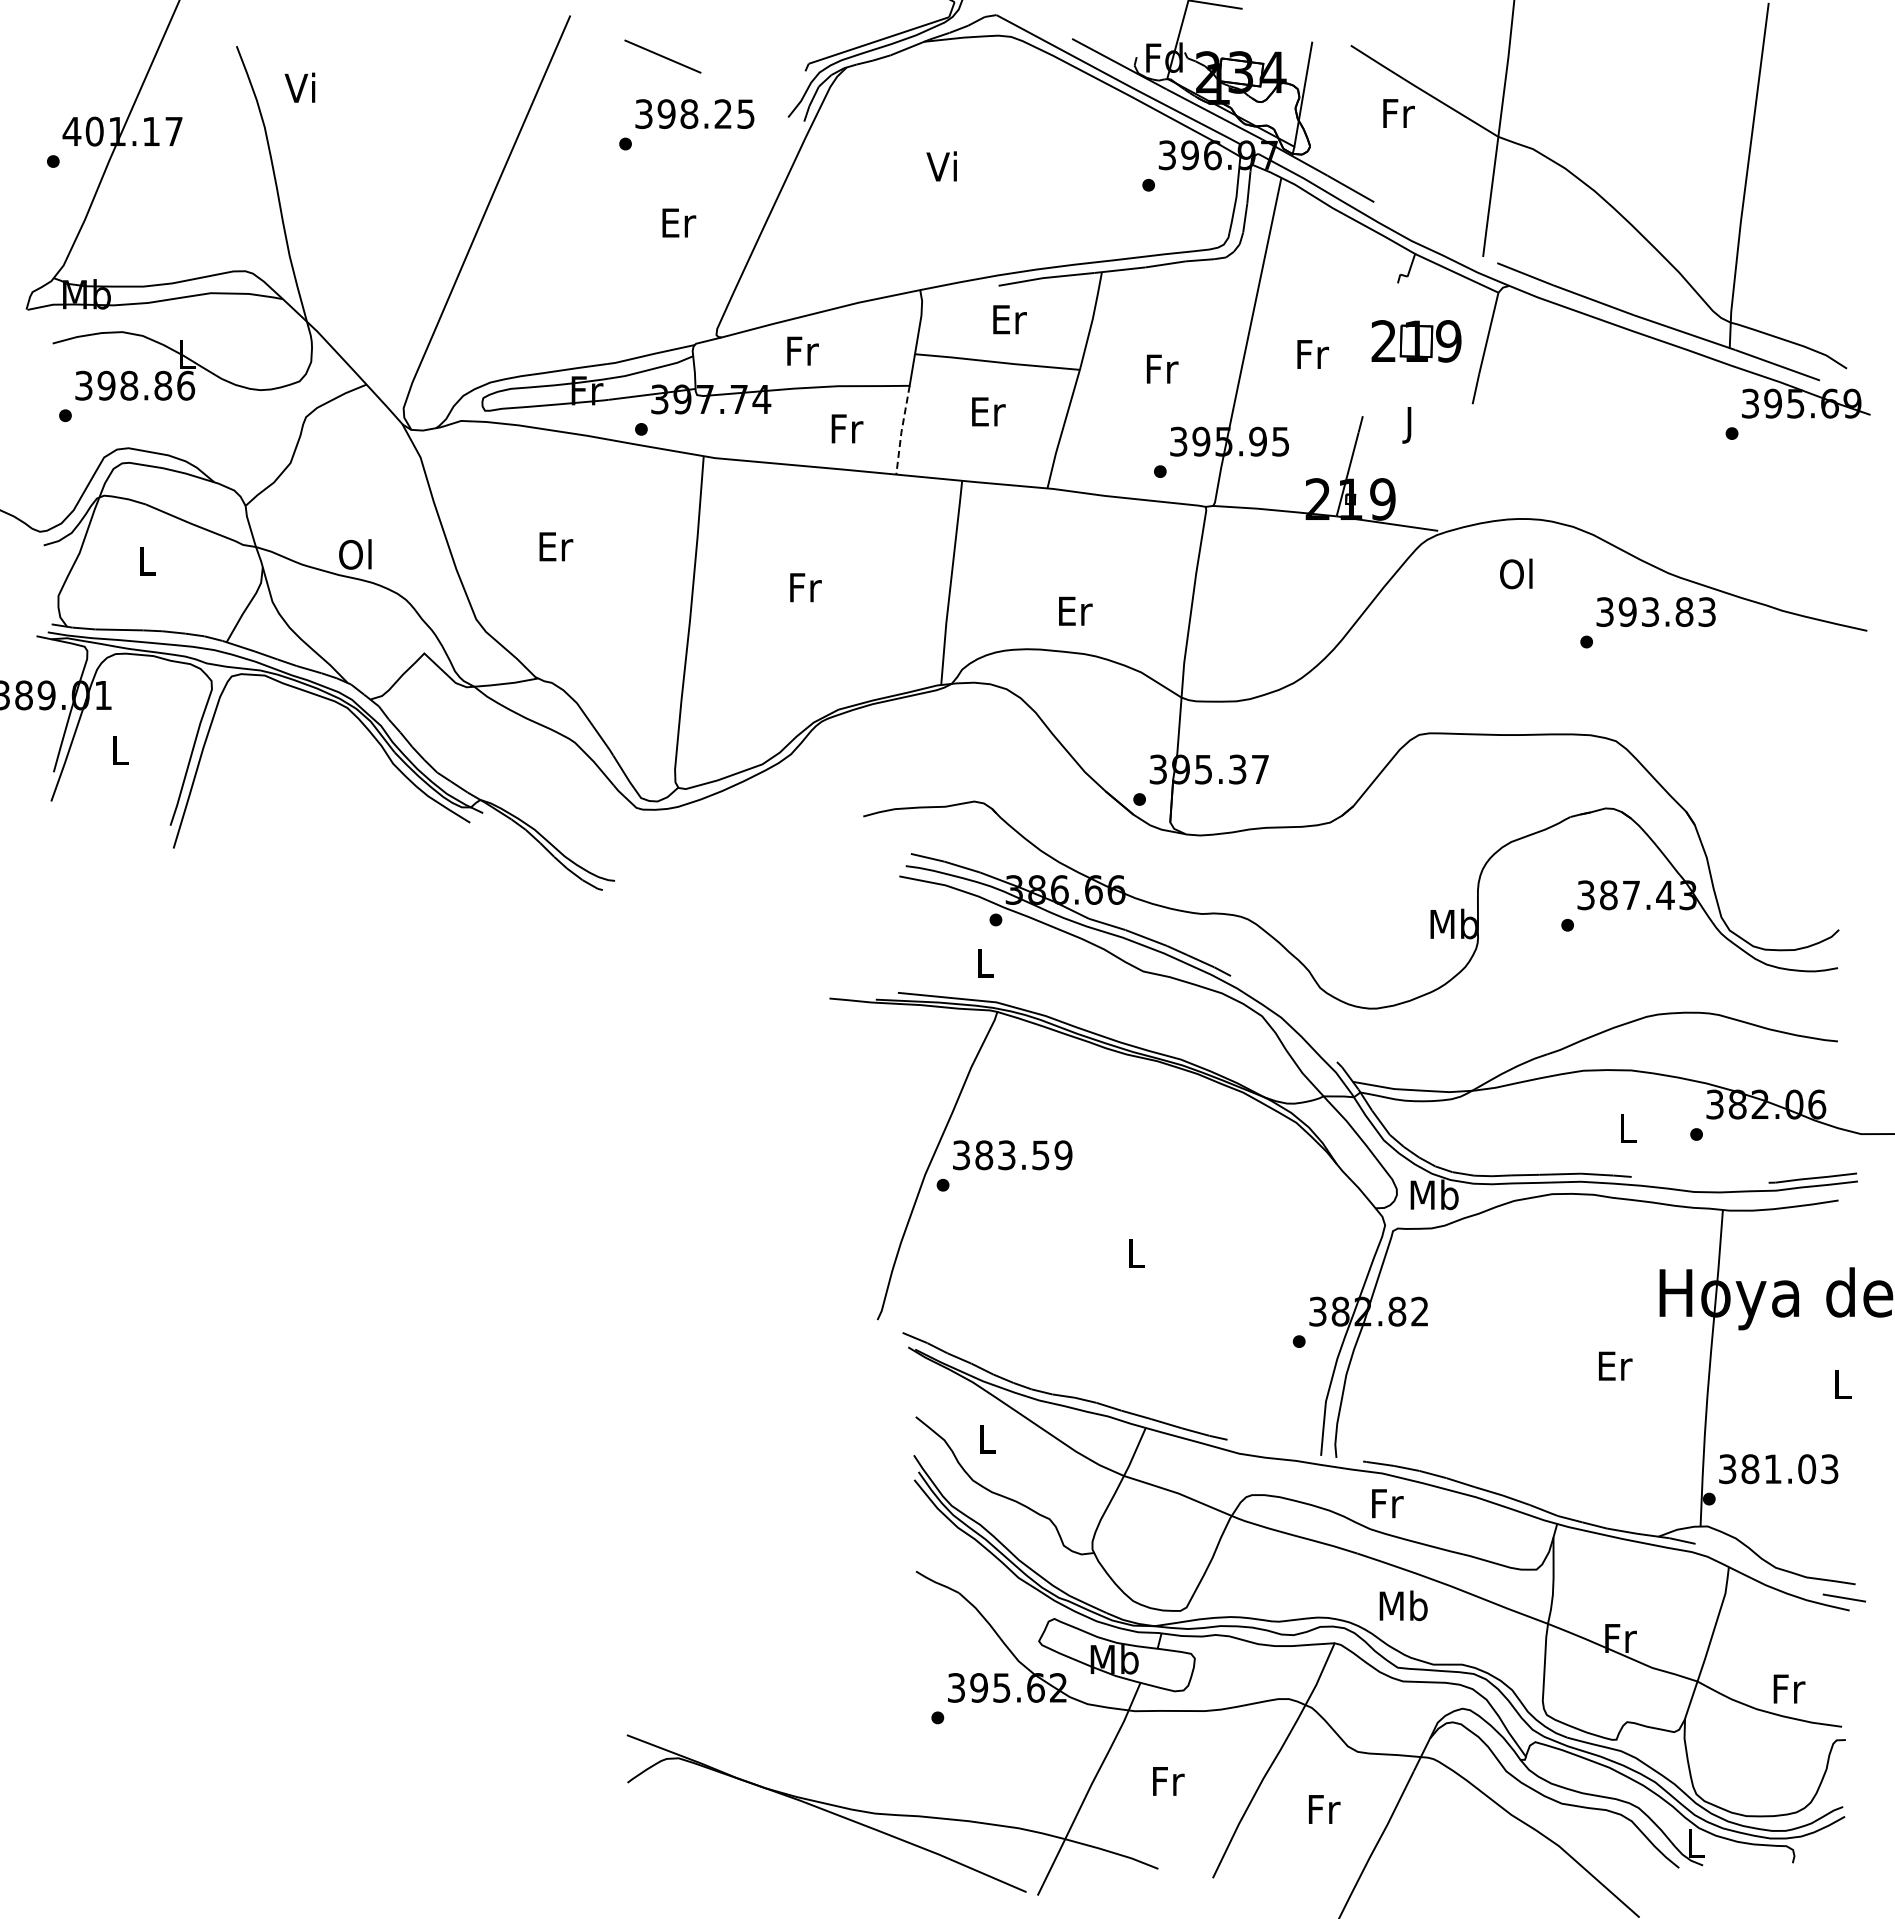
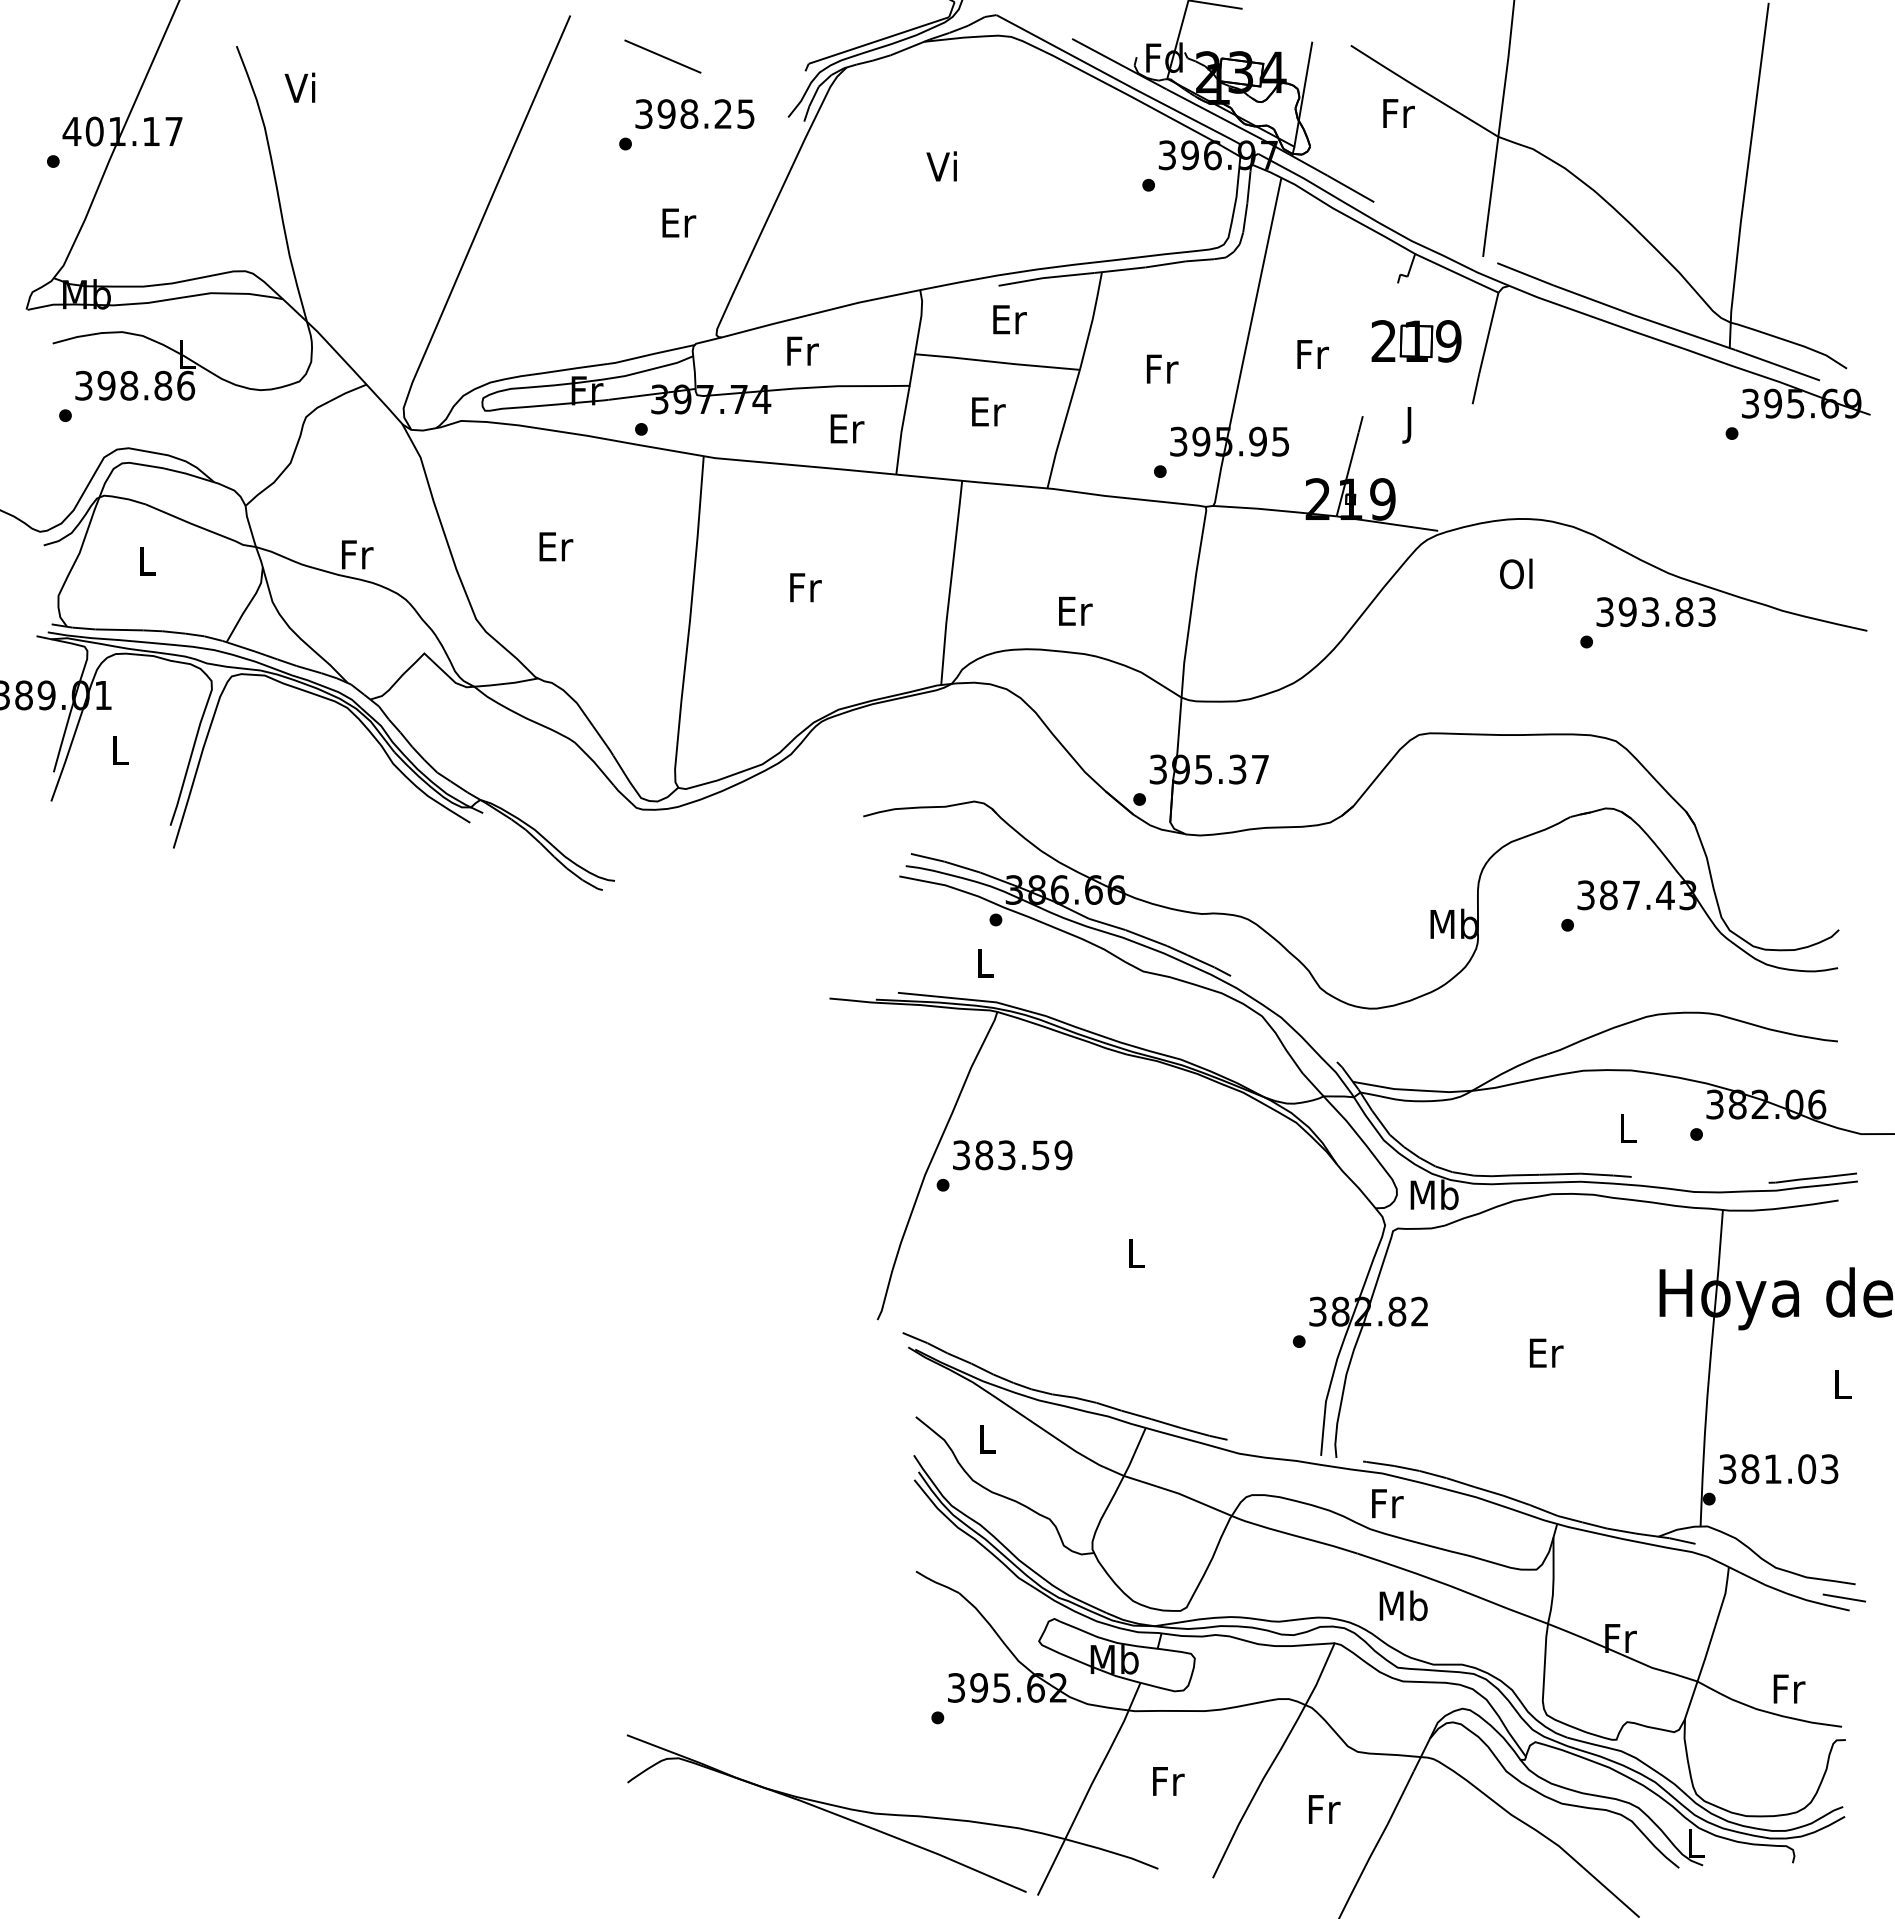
text at (847, 428): Fr -> Er
line at (901, 430): dashed -> solid
text at (356, 554): Ol -> Fr
text at (1615, 1365) position: (1615, 1365) -> (1546, 1352)
